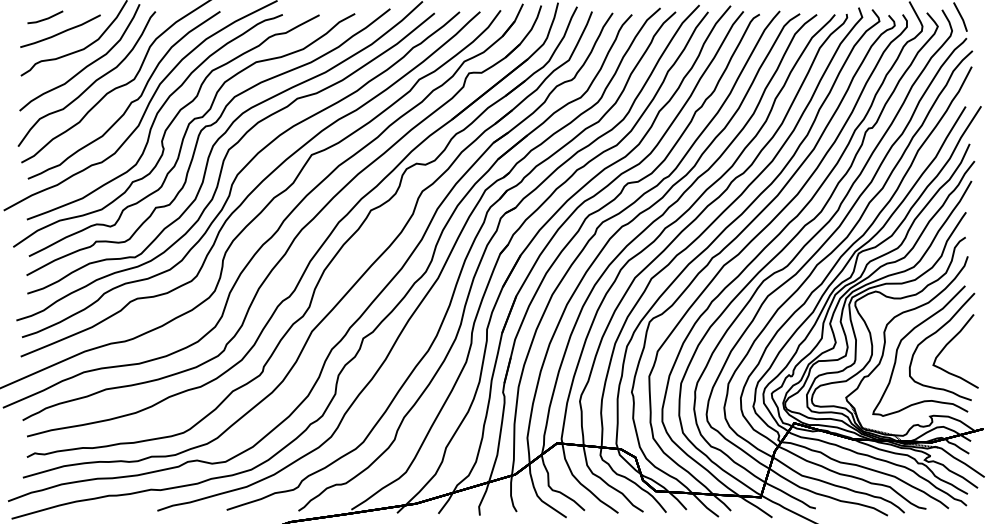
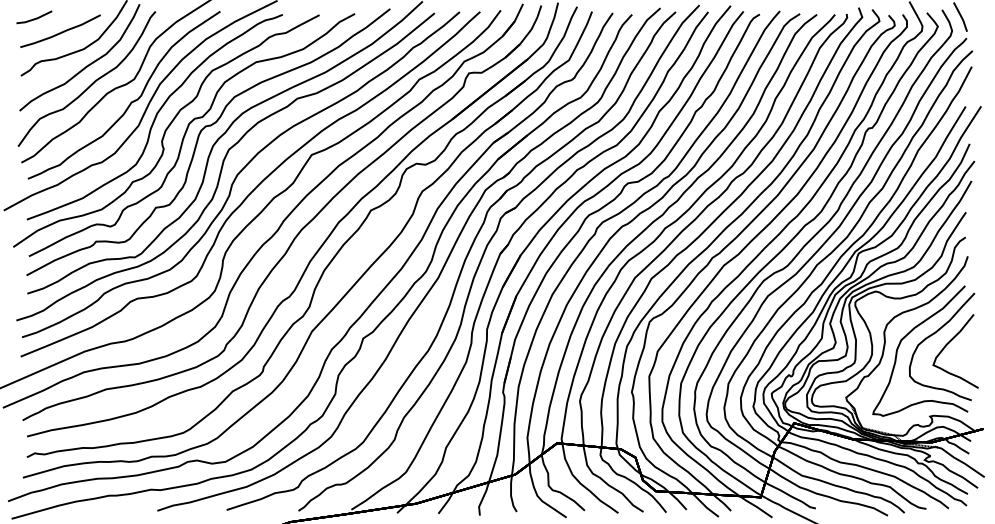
part at (45, 17) position: (45, 17) -> (34, 17)
